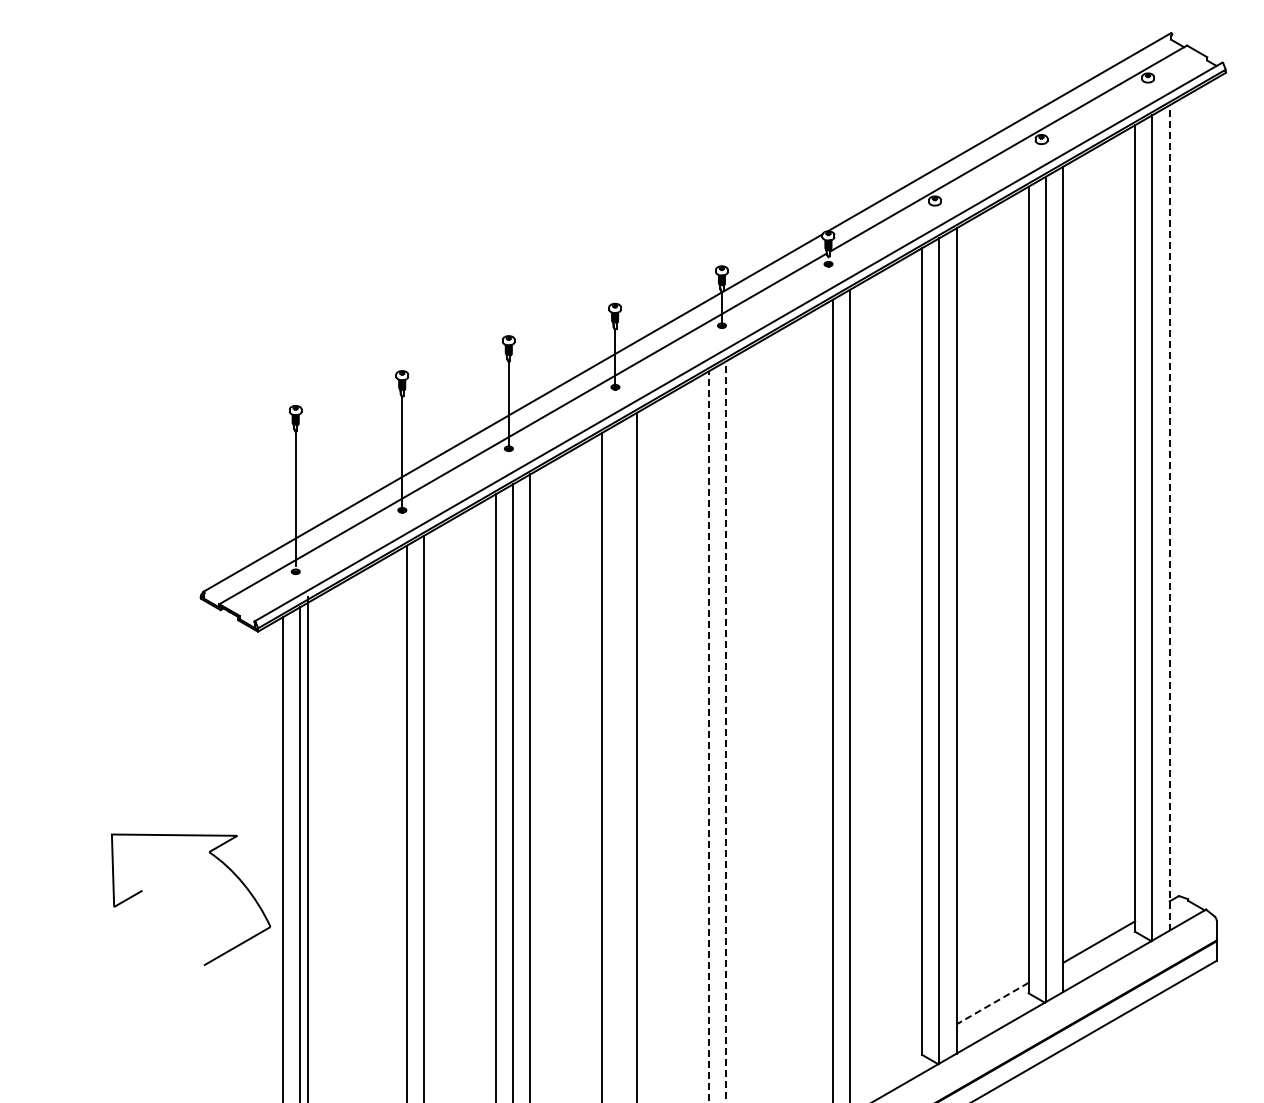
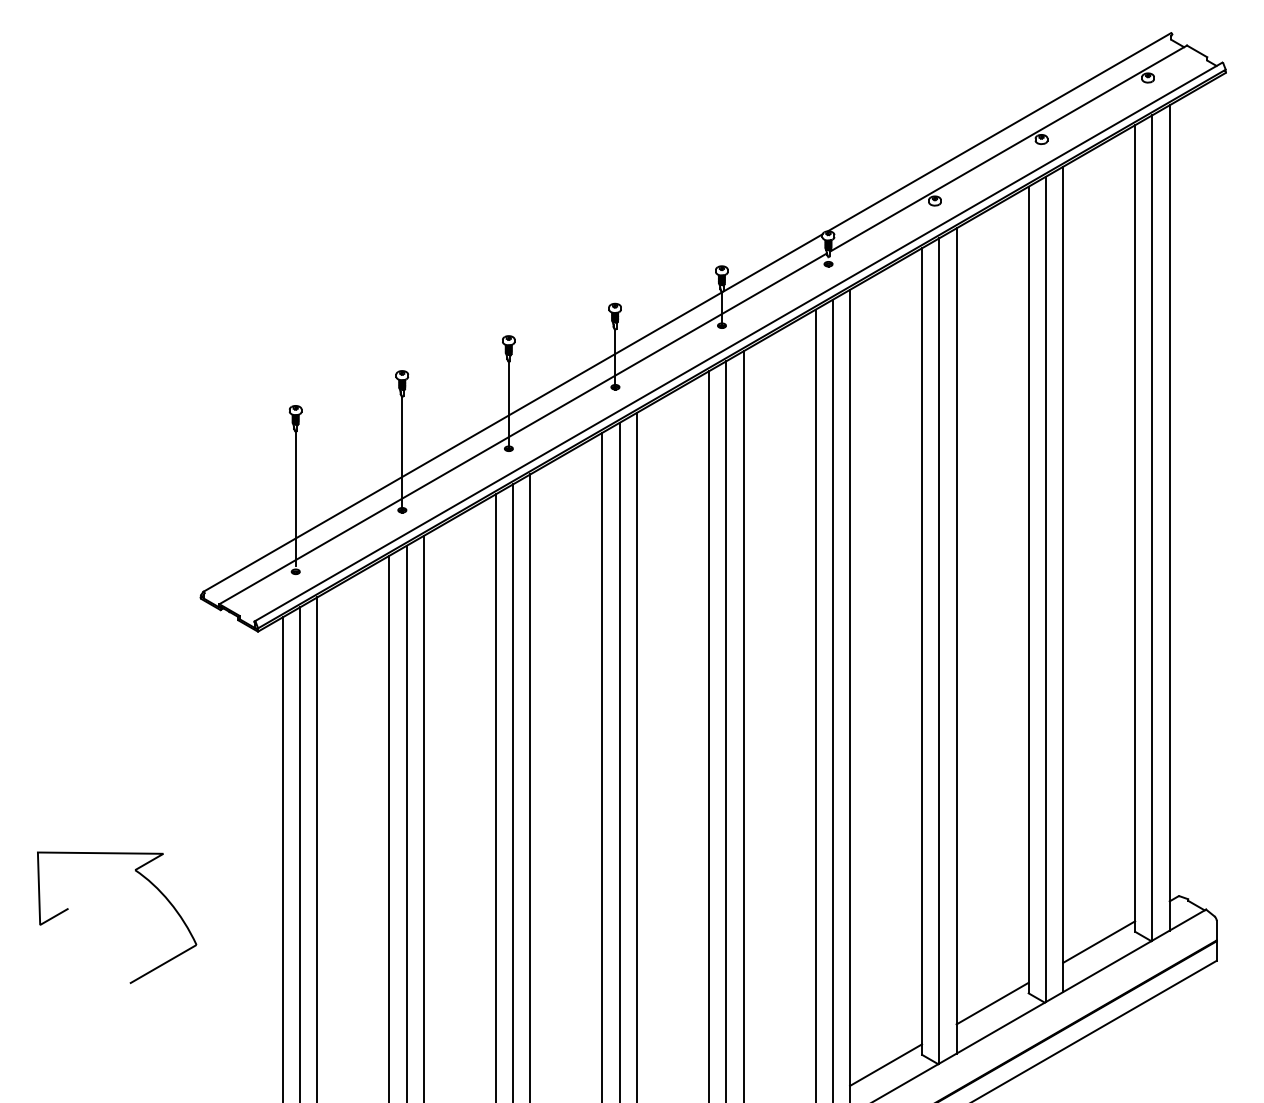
line at (1169, 517): dashed -> solid
line at (815, 704): none -> present
line at (743, 725): none -> present
line at (726, 732): dashed -> solid
line at (708, 737): dashed -> solid
line at (619, 760): none -> present
line at (389, 827): none -> present
line at (308, 848) position: (308, 848) -> (317, 848)
part at (219, 861) position: (219, 861) -> (145, 879)
line at (992, 1003): dashed -> solid
line at (886, 1064): none -> present
